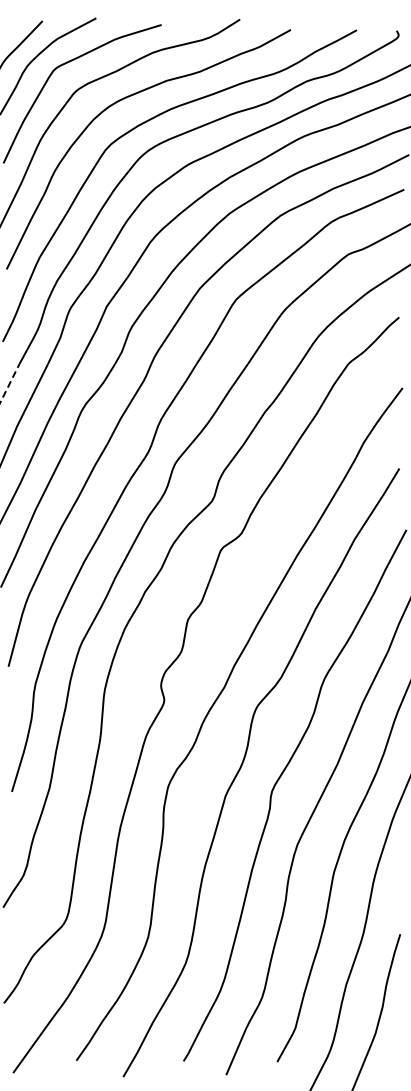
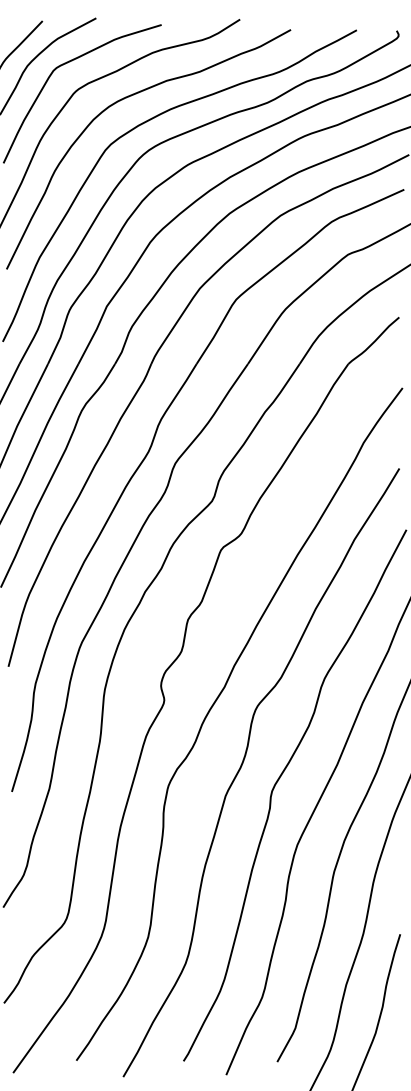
line at (9, 383): dashed -> solid
